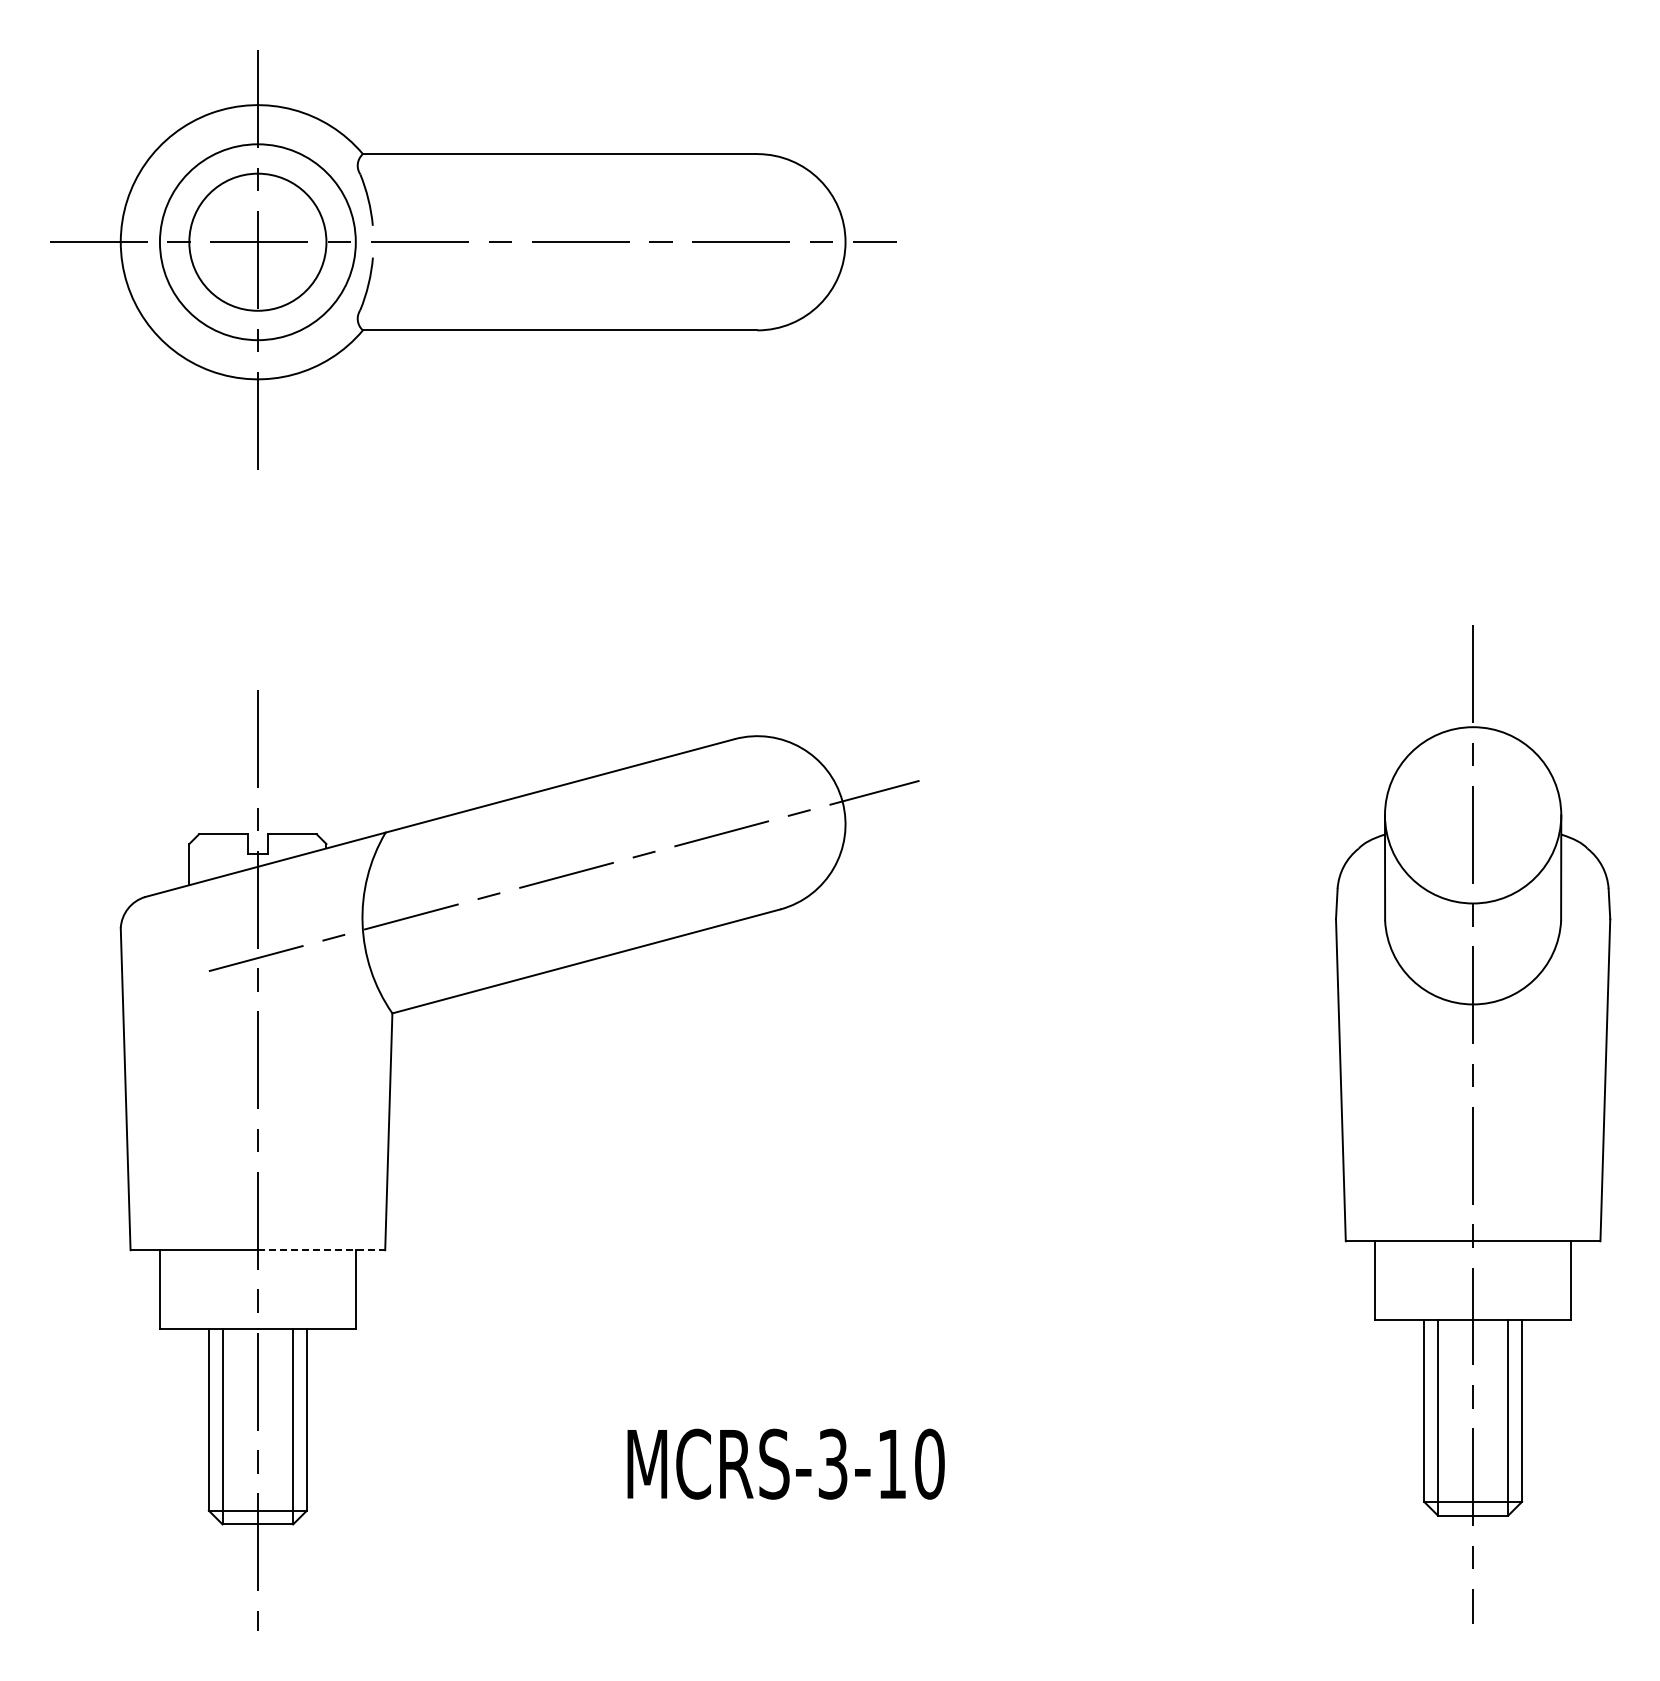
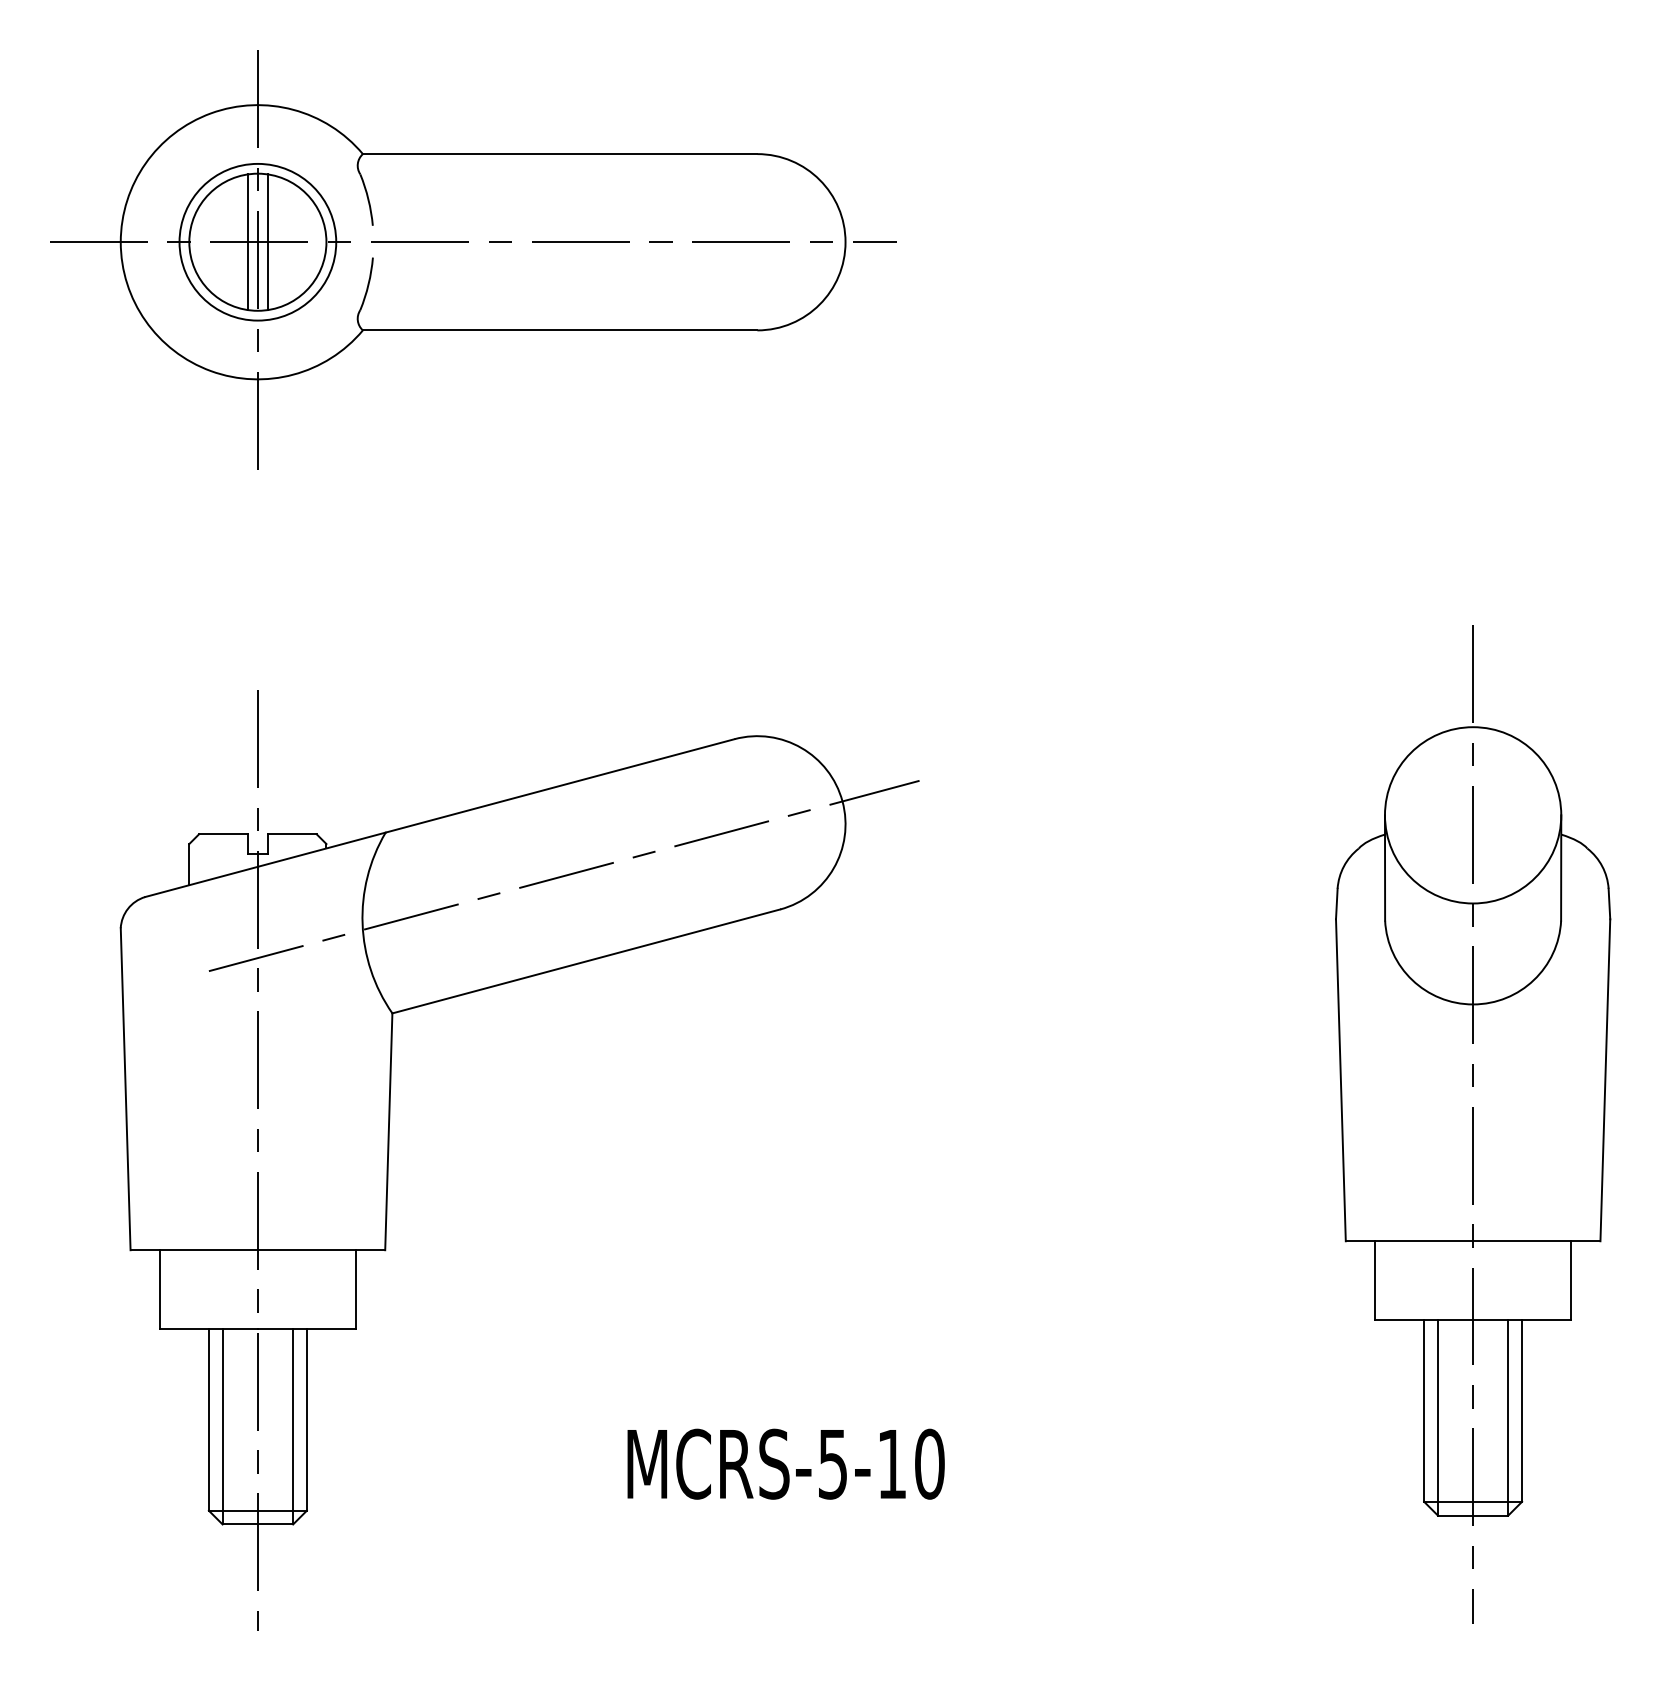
line at (248, 242): none -> present
circle at (257, 242) diameter: 196 px -> 157 px
line at (267, 242): none -> present
line at (321, 1250): dashed -> solid
text at (833, 1463): MCRS-3-10 -> MCRS-5-10
